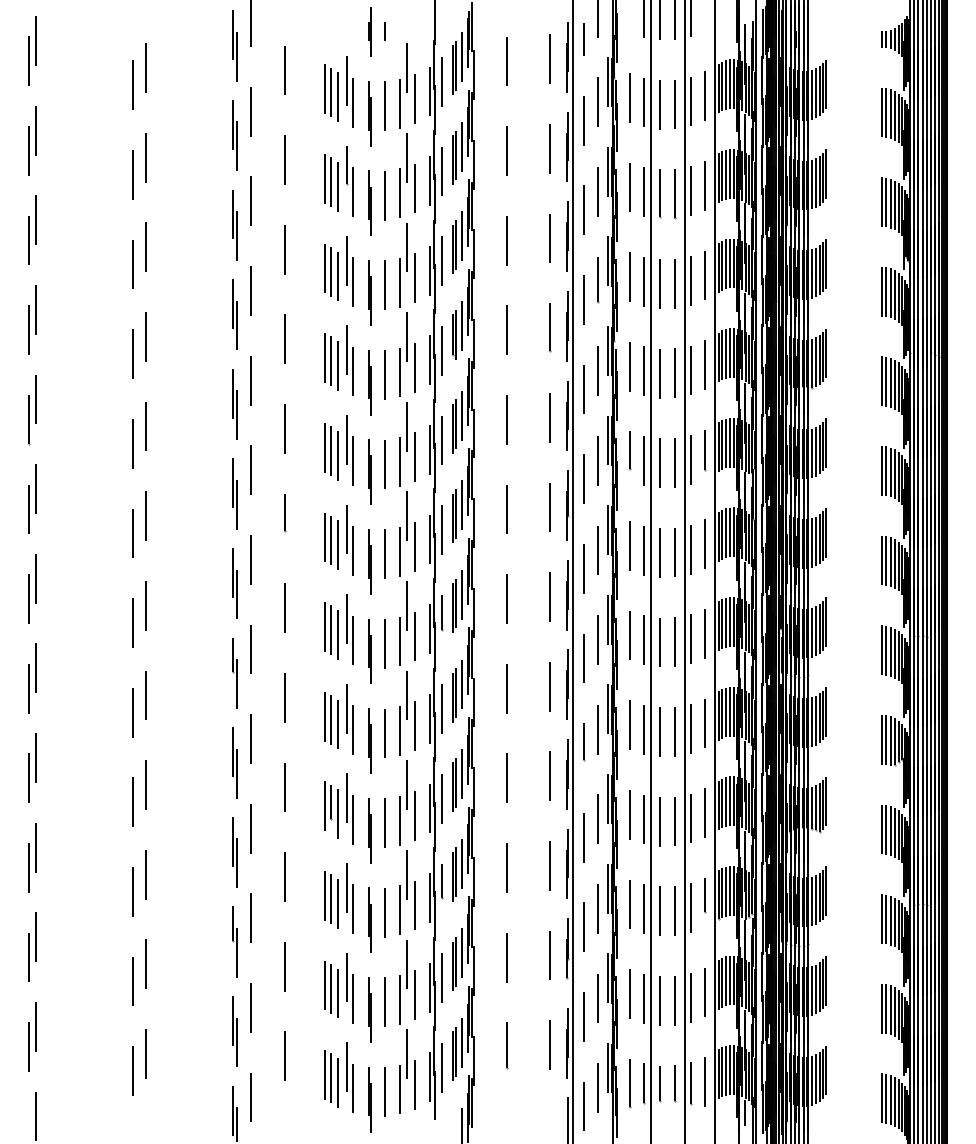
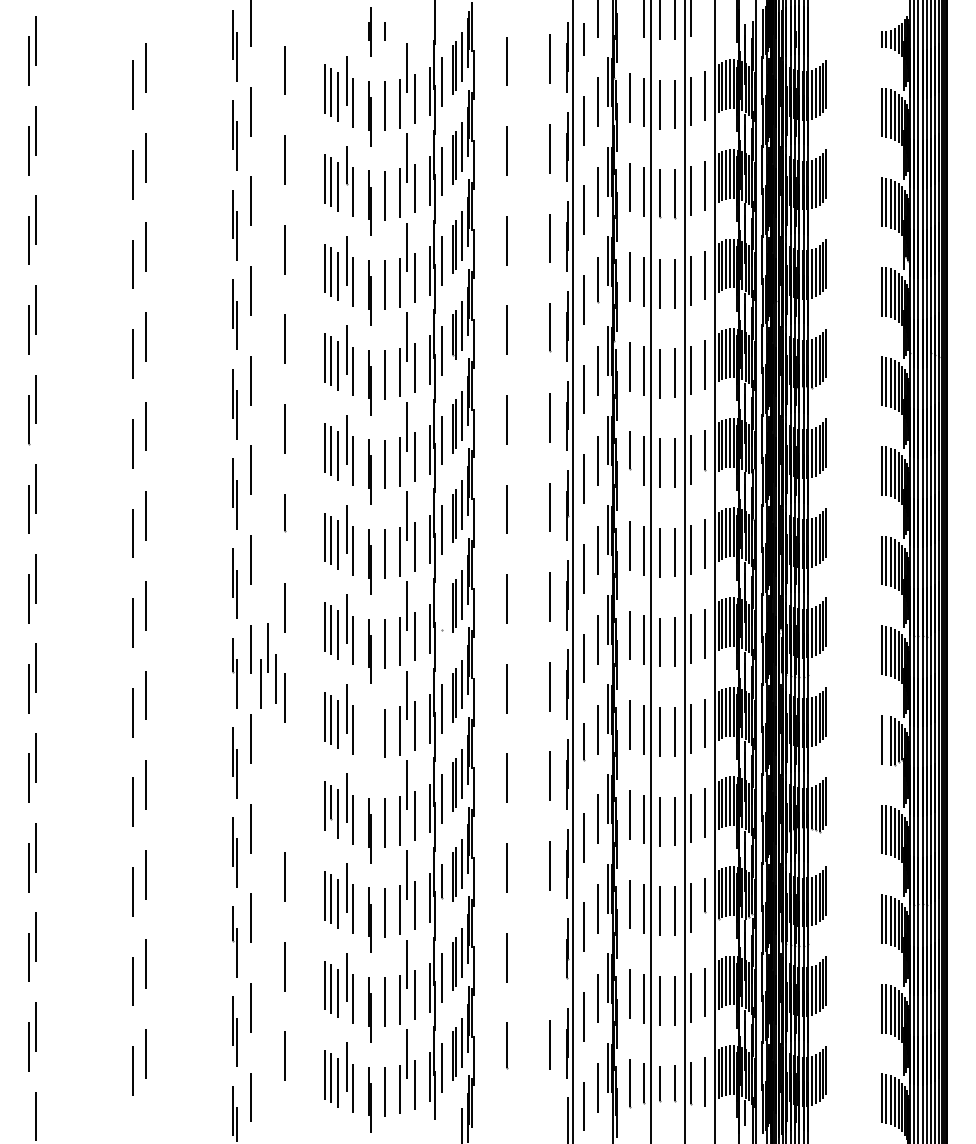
line at (442, 611): present -> none
part at (268, 665): none -> present
line at (369, 740): present -> none
line at (886, 740): present -> none
line at (285, 787): present -> none
line at (550, 955): present -> none
